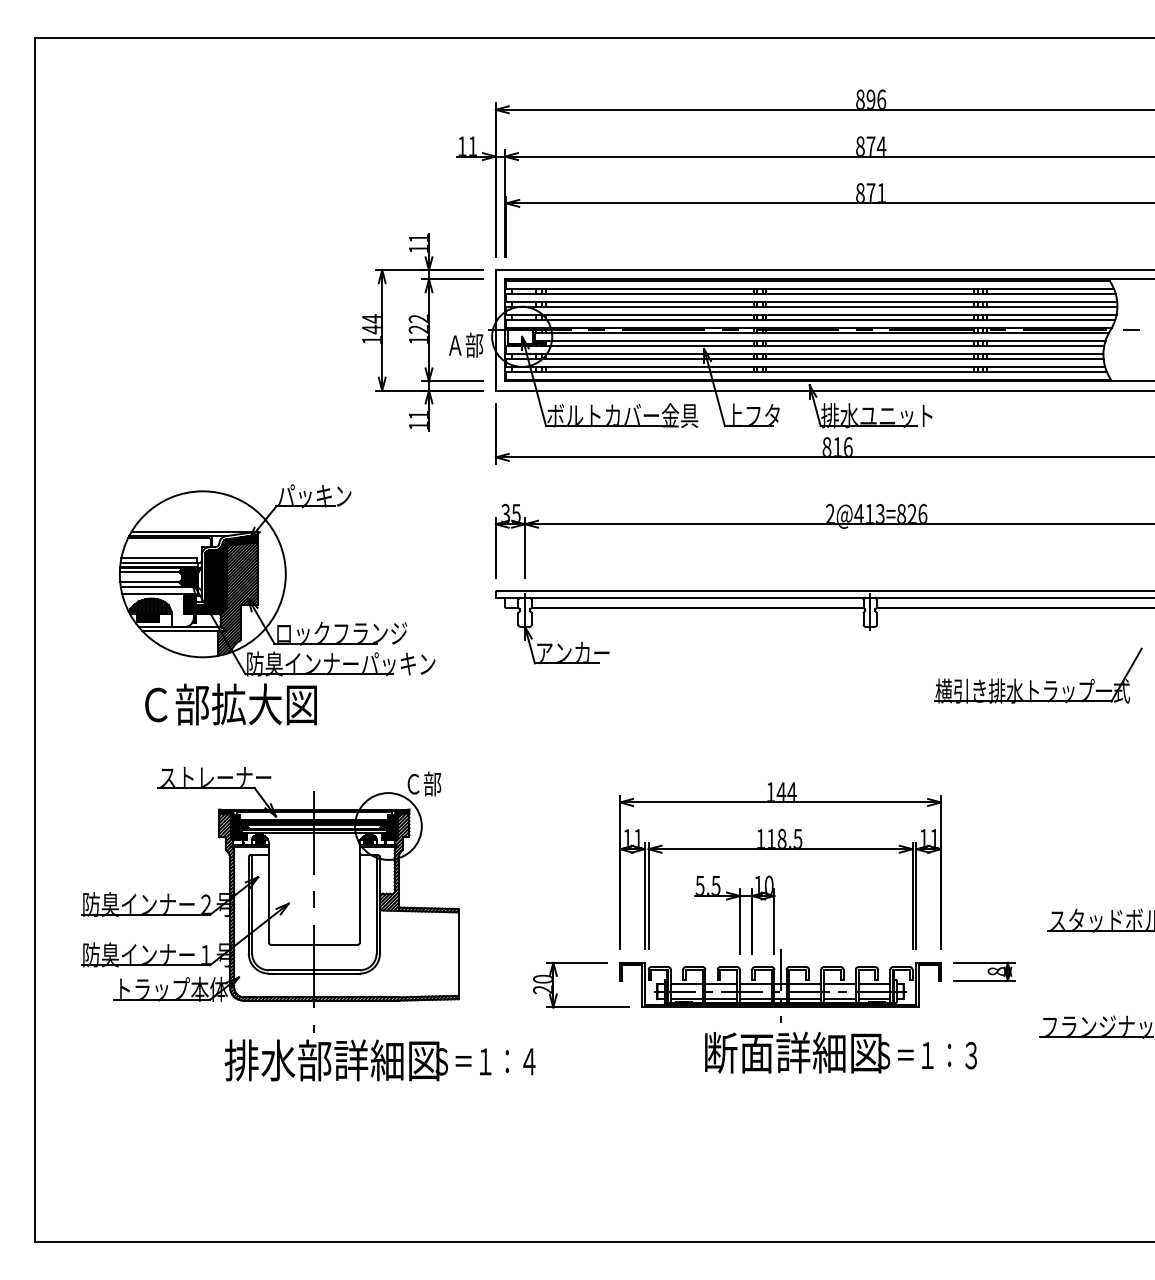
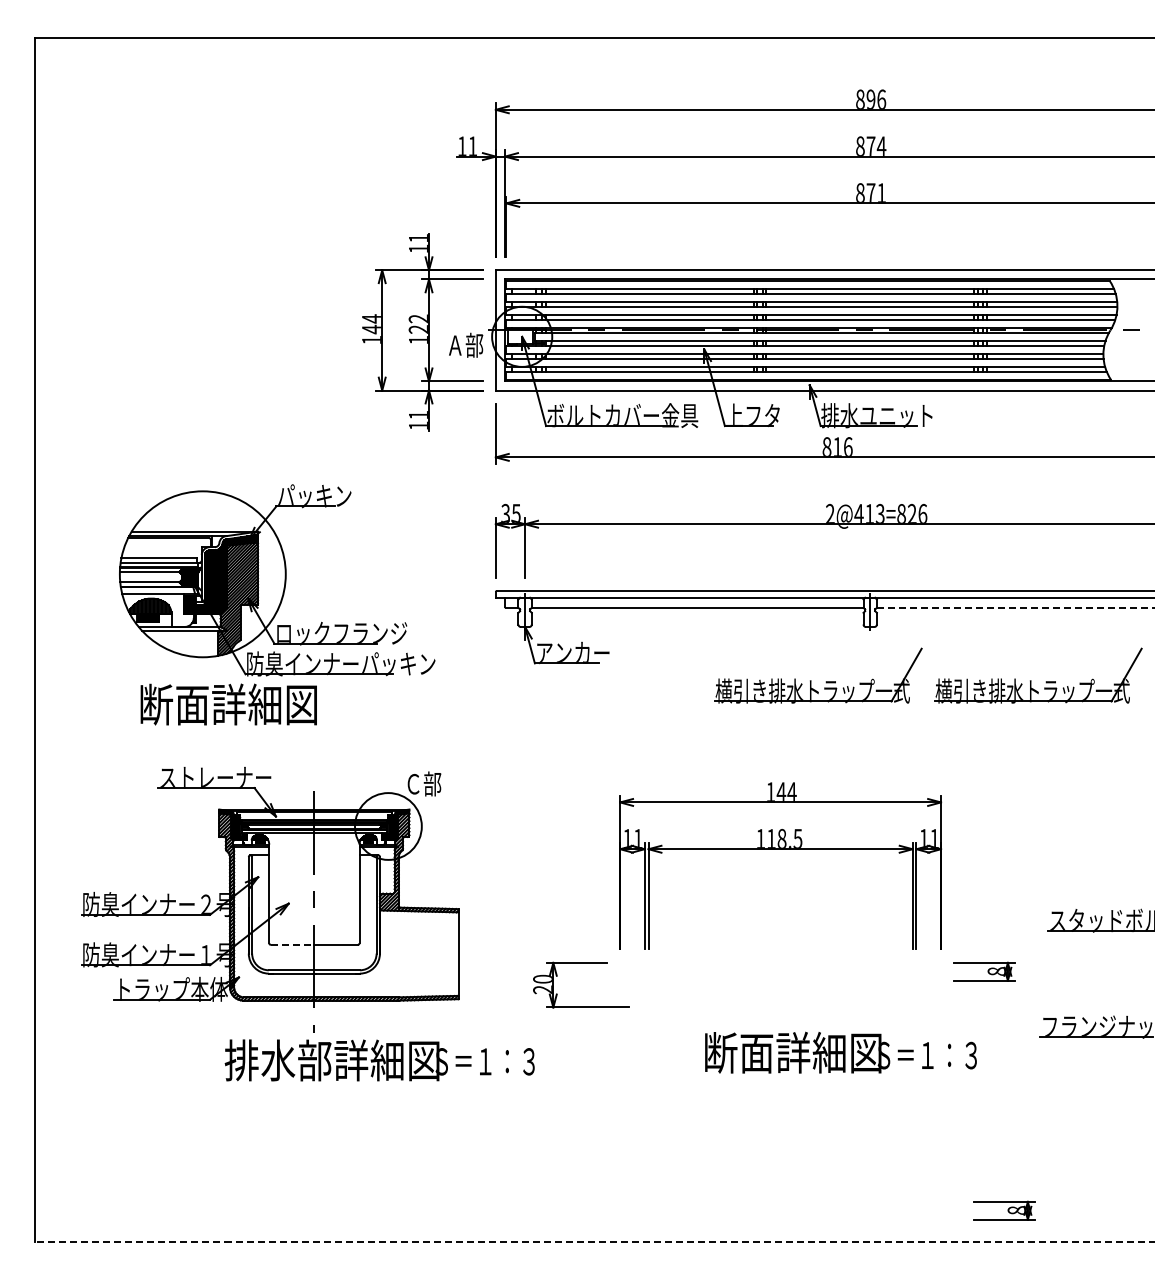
line at (1015, 607): solid -> dashed
part at (811, 680): none -> present
text at (210, 704): Ｃ部拡大図 -> 断面詳細図
line at (292, 944): solid -> dashed
part at (780, 948): present -> none
text at (529, 1061): Ｓ＝１：４ -> Ｓ＝１：３
part at (1004, 1210): none -> present
line at (594, 1241): solid -> dashed
